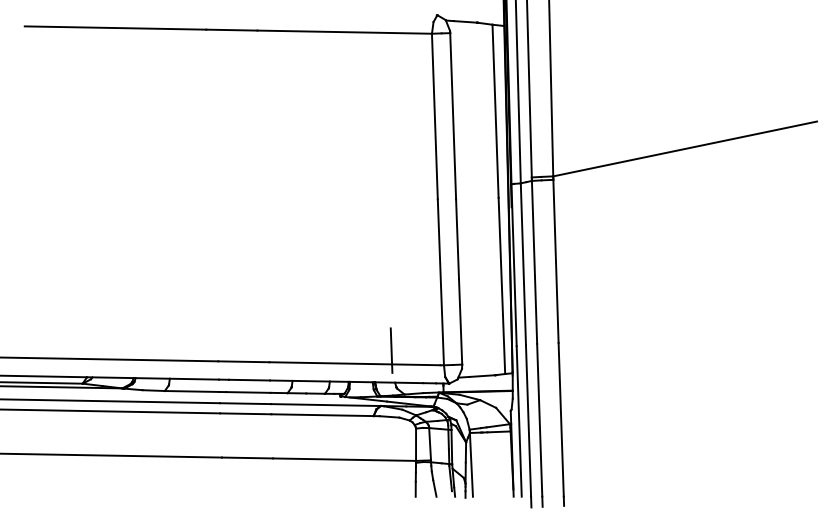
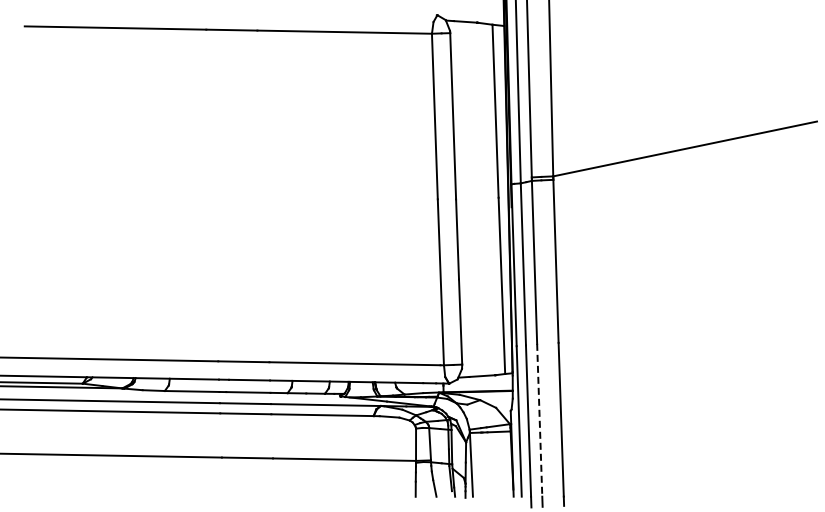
line at (391, 350): present -> none
line at (539, 420): solid -> dashed
